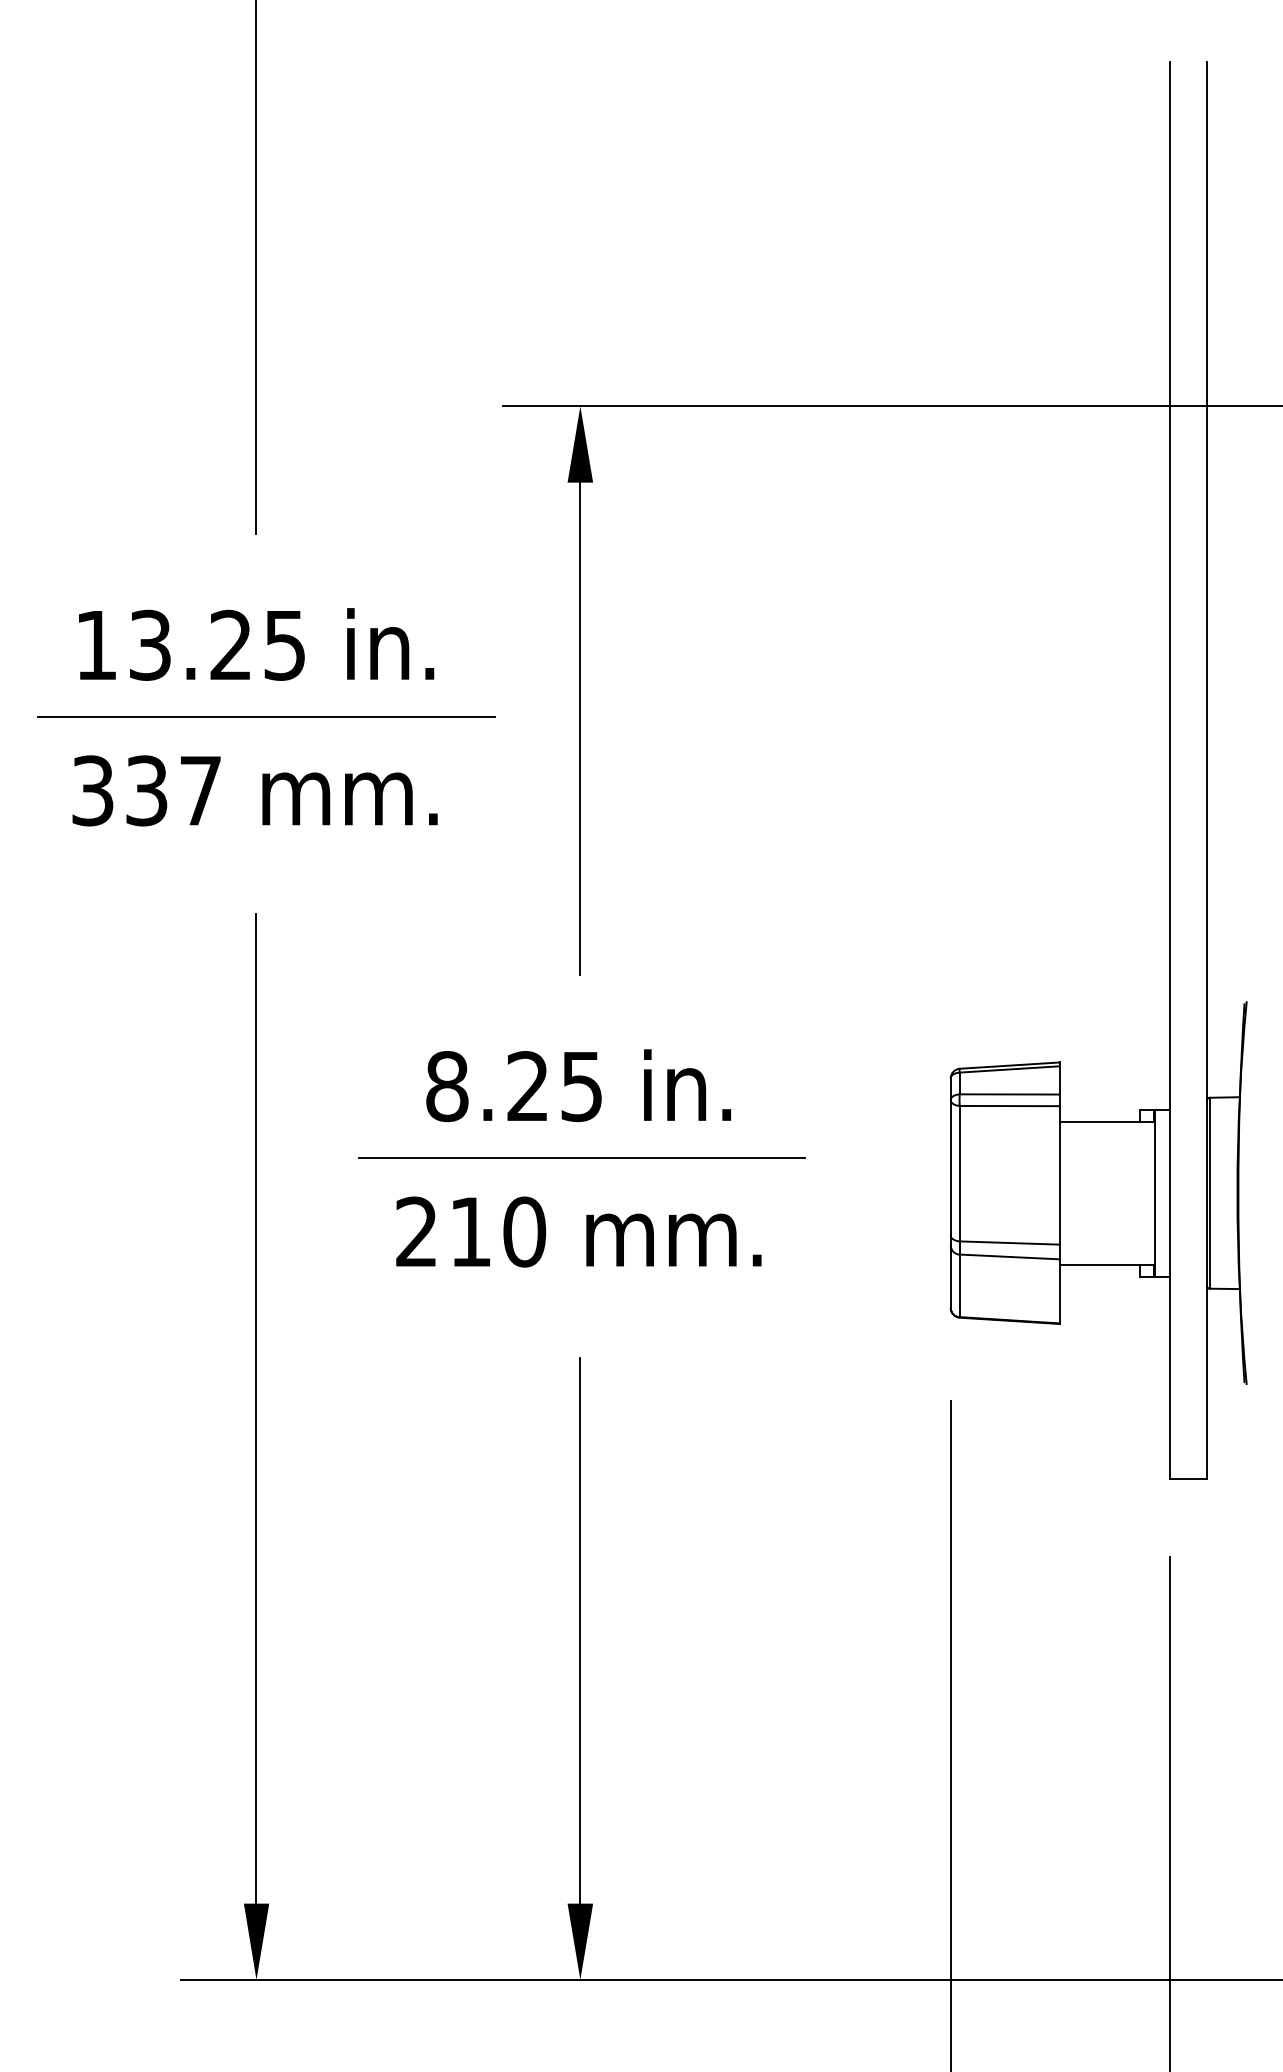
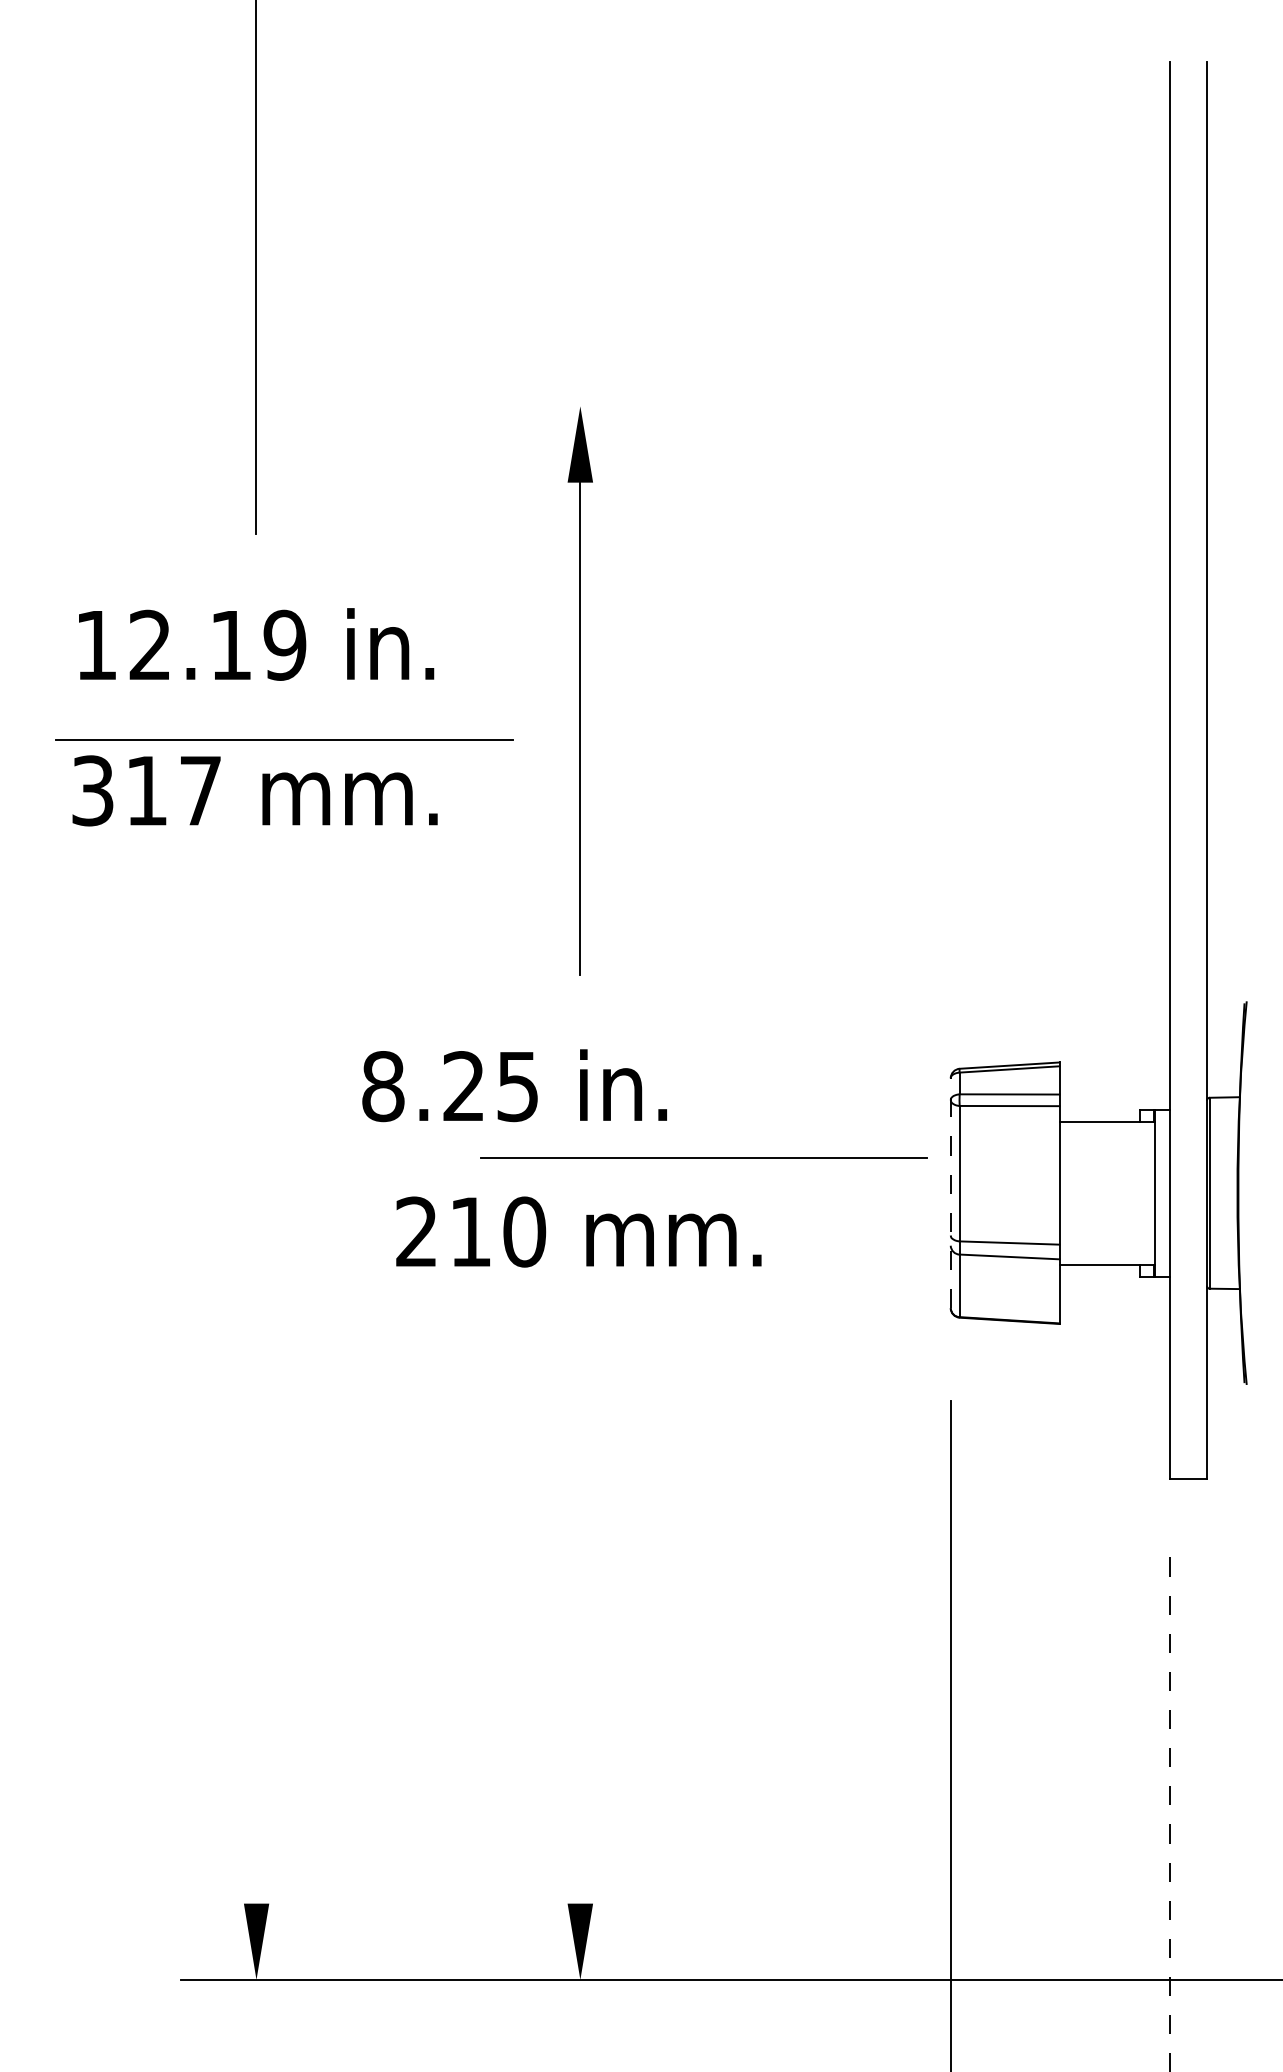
line at (890, 406): present -> none
text at (217, 644): 13.25 -> 12.19
line at (266, 716) position: (266, 716) -> (284, 739)
text at (146, 790): 337 -> 317
text at (578, 1085) position: (578, 1085) -> (514, 1085)
line at (581, 1157) position: (581, 1157) -> (703, 1157)
line at (950, 1193): solid -> dashed
line at (256, 1408): present -> none
line at (580, 1630): present -> none
line at (1169, 1814): solid -> dashed
